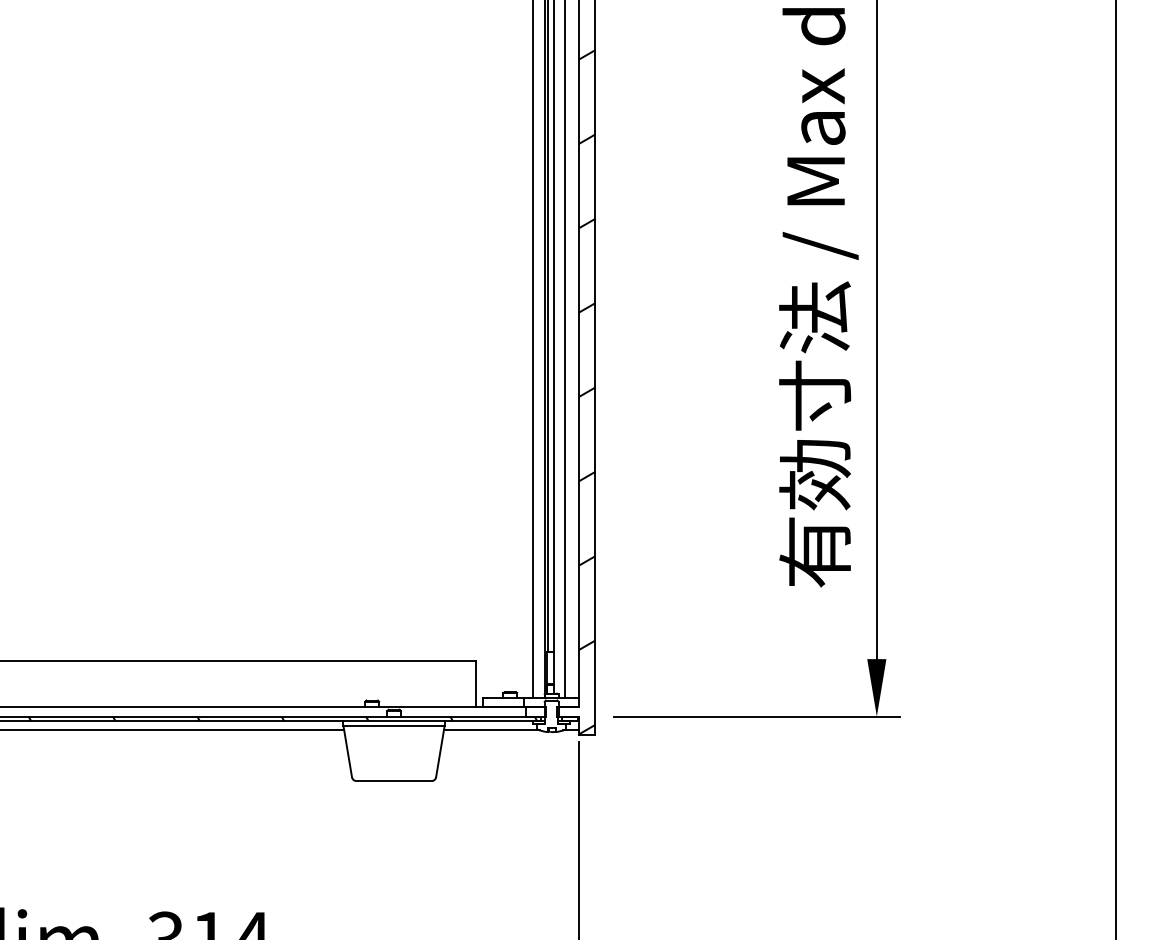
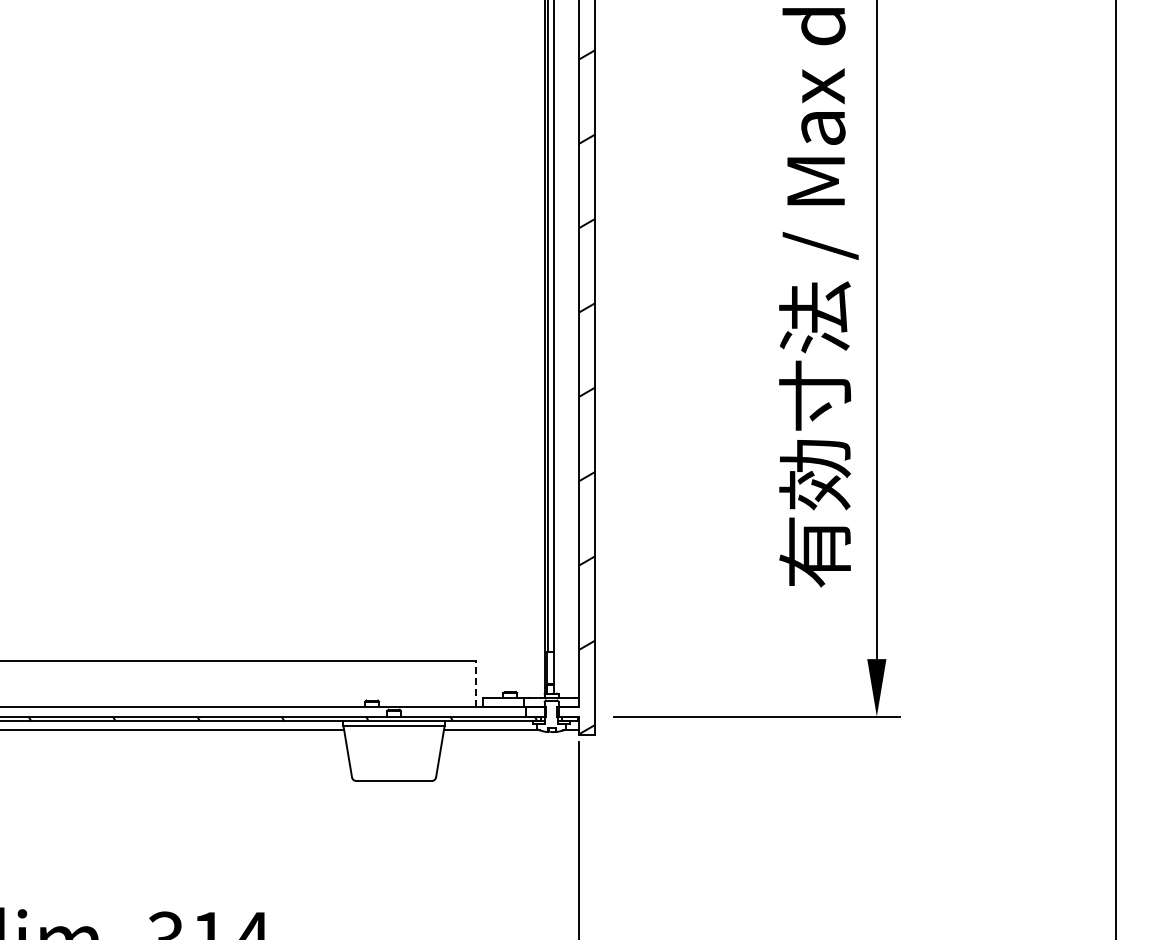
line at (533, 349): present -> none
line at (565, 349): present -> none
line at (475, 683): solid -> dashed
